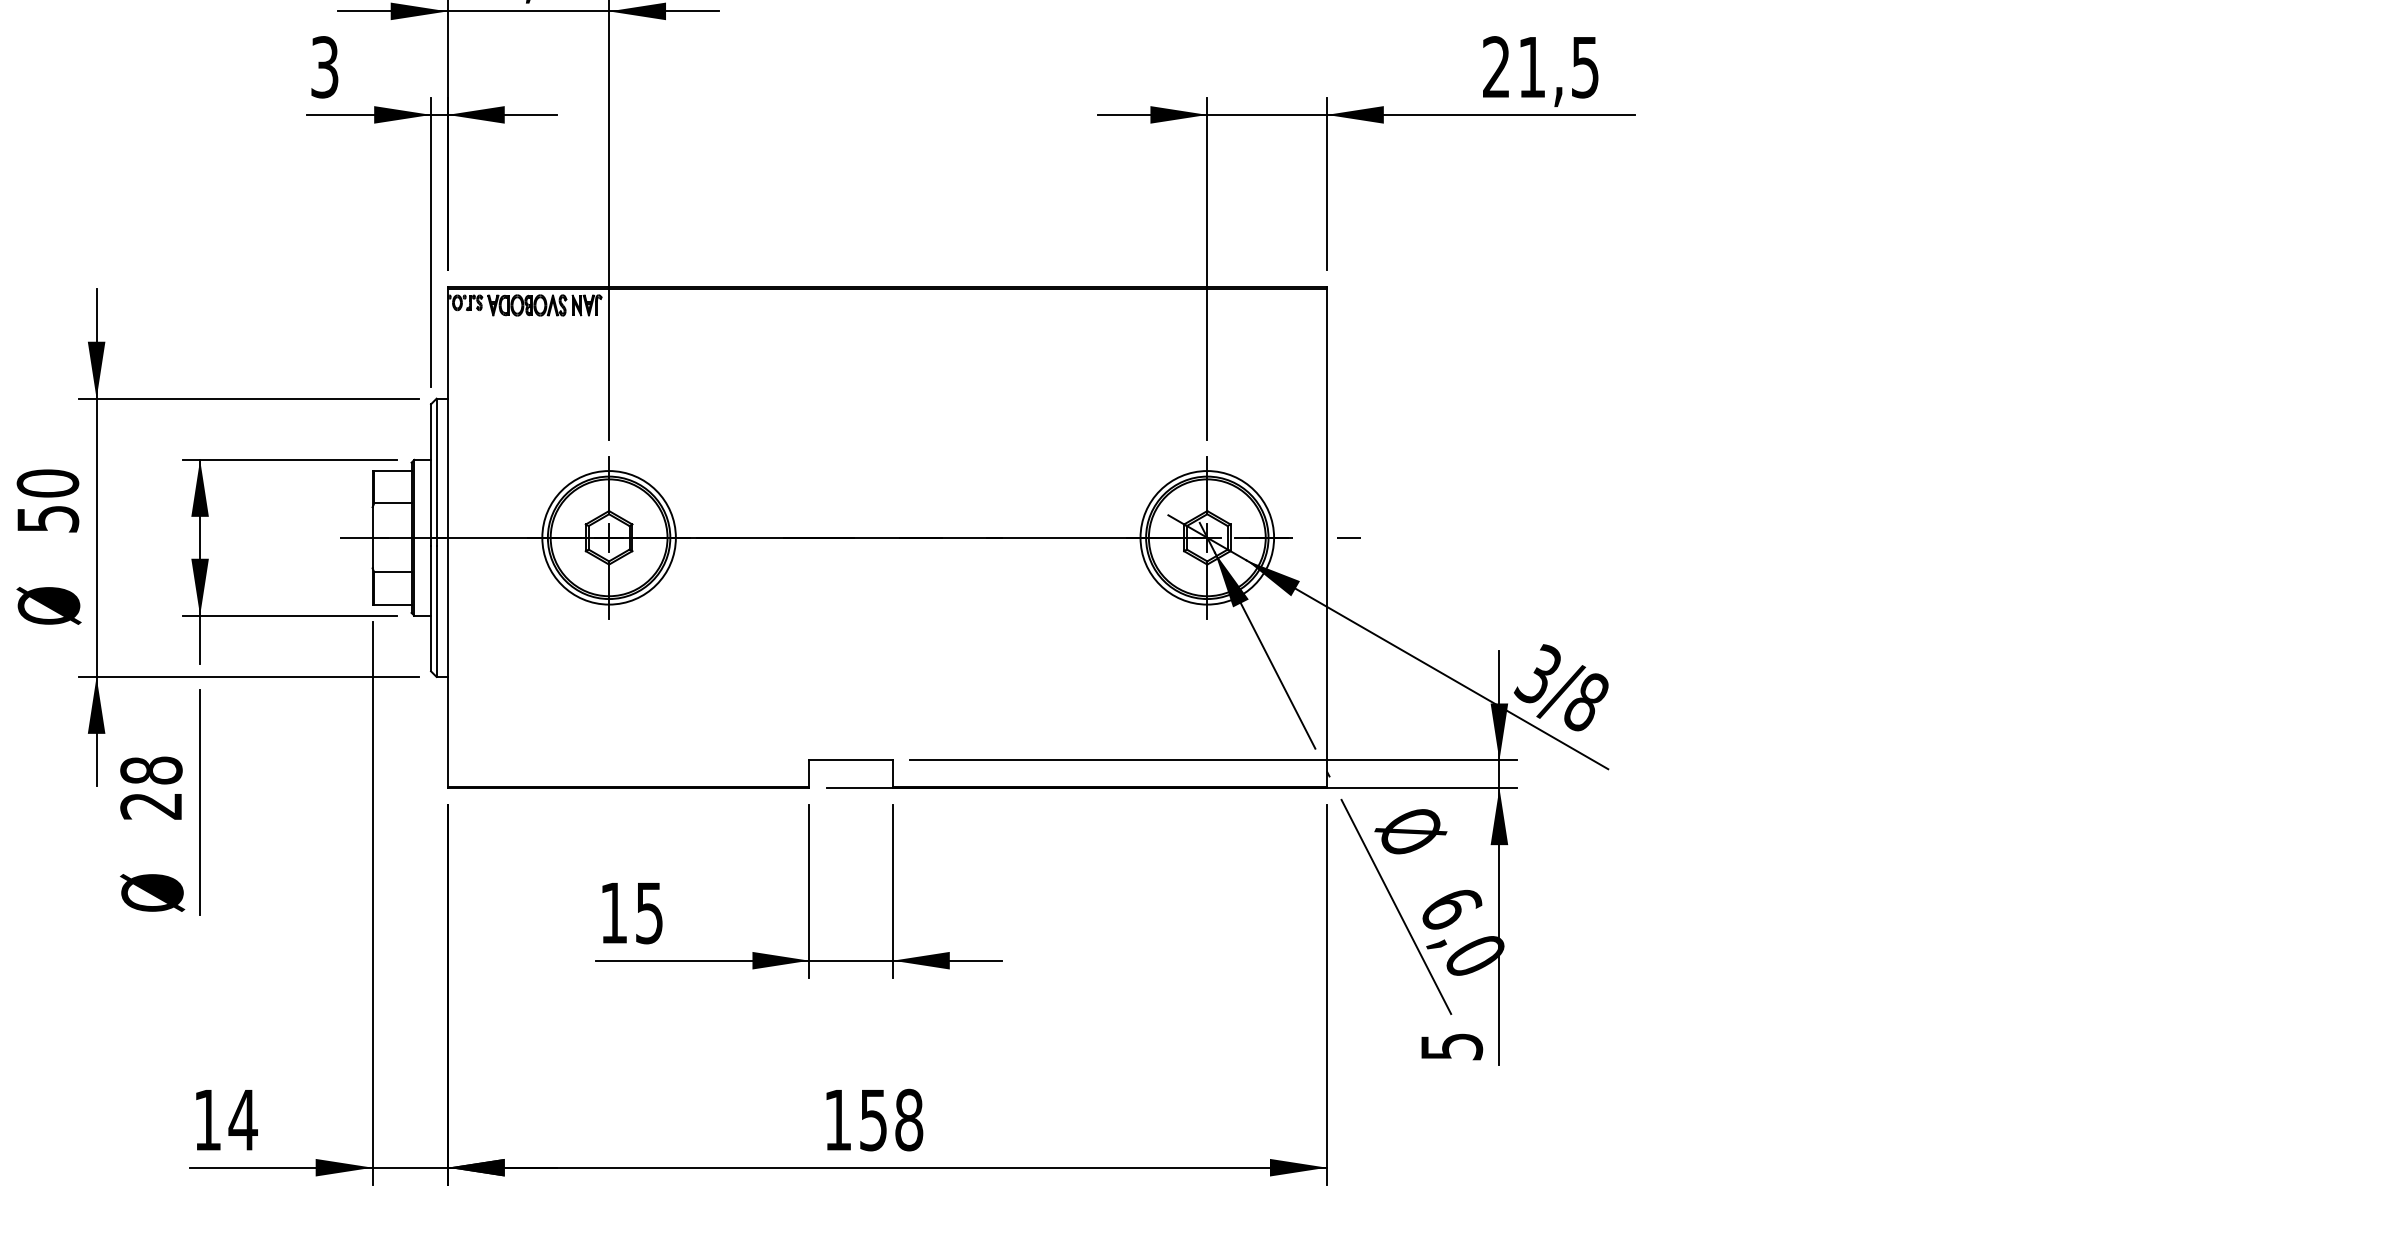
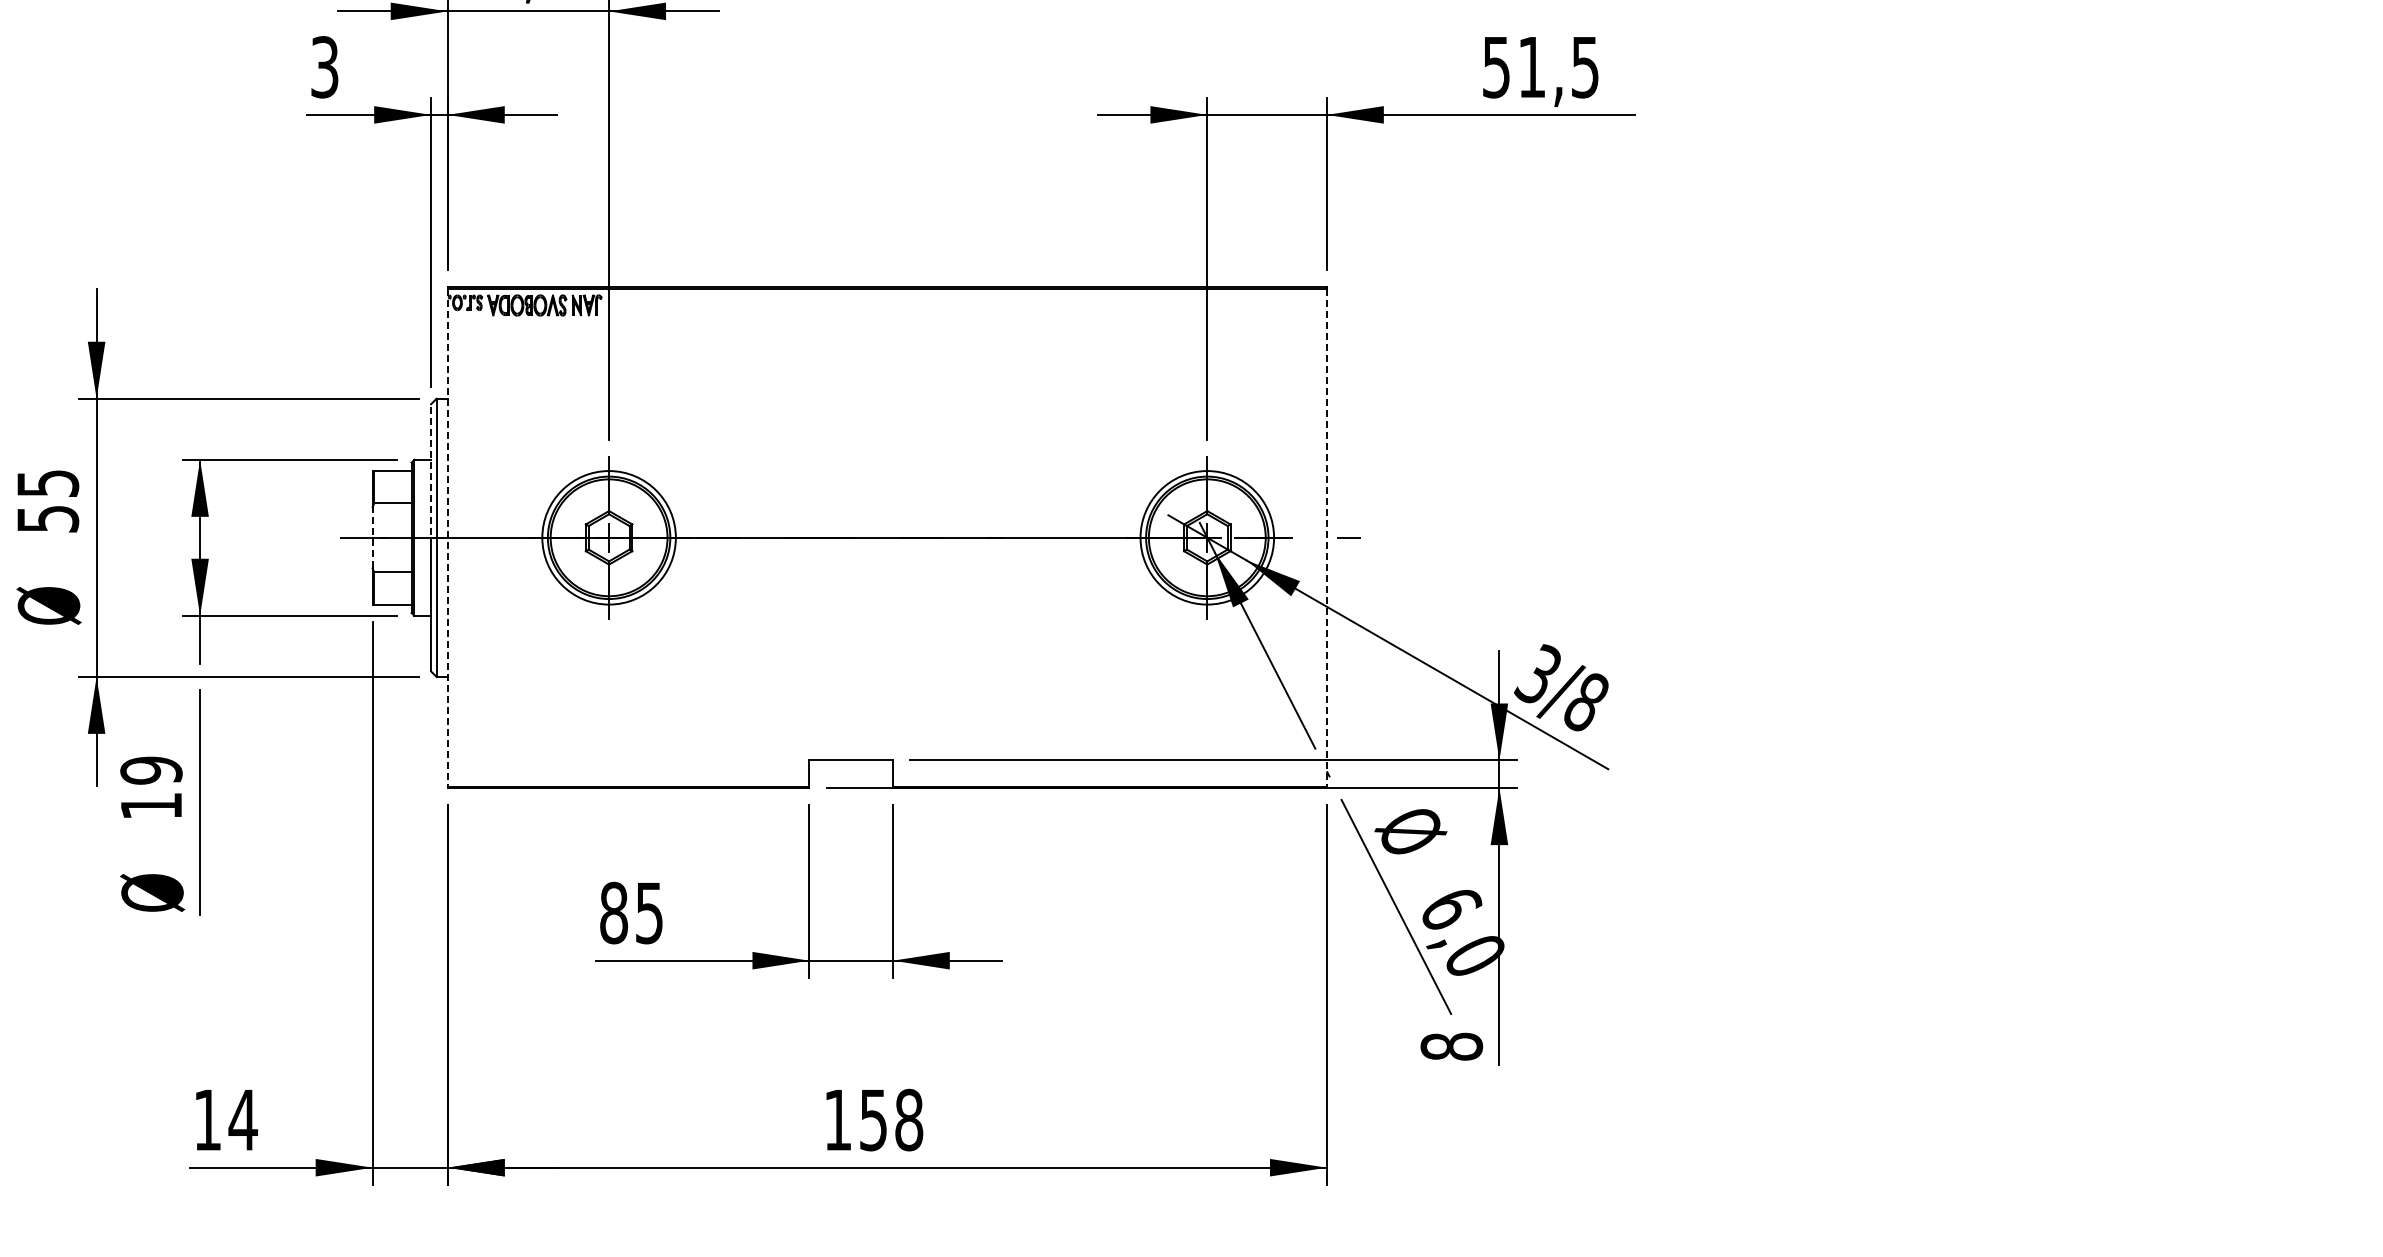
text at (1496, 67): 21,5 -> 51,5
line at (431, 475): solid -> dashed
text at (47, 483): 50 -> 55
line at (372, 537): solid -> dashed
line at (447, 537): solid -> dashed
line at (1326, 537): solid -> dashed
text at (151, 787): 28 -> 19
text at (614, 912): 15 -> 85
text at (1451, 1046): 5 -> 8
